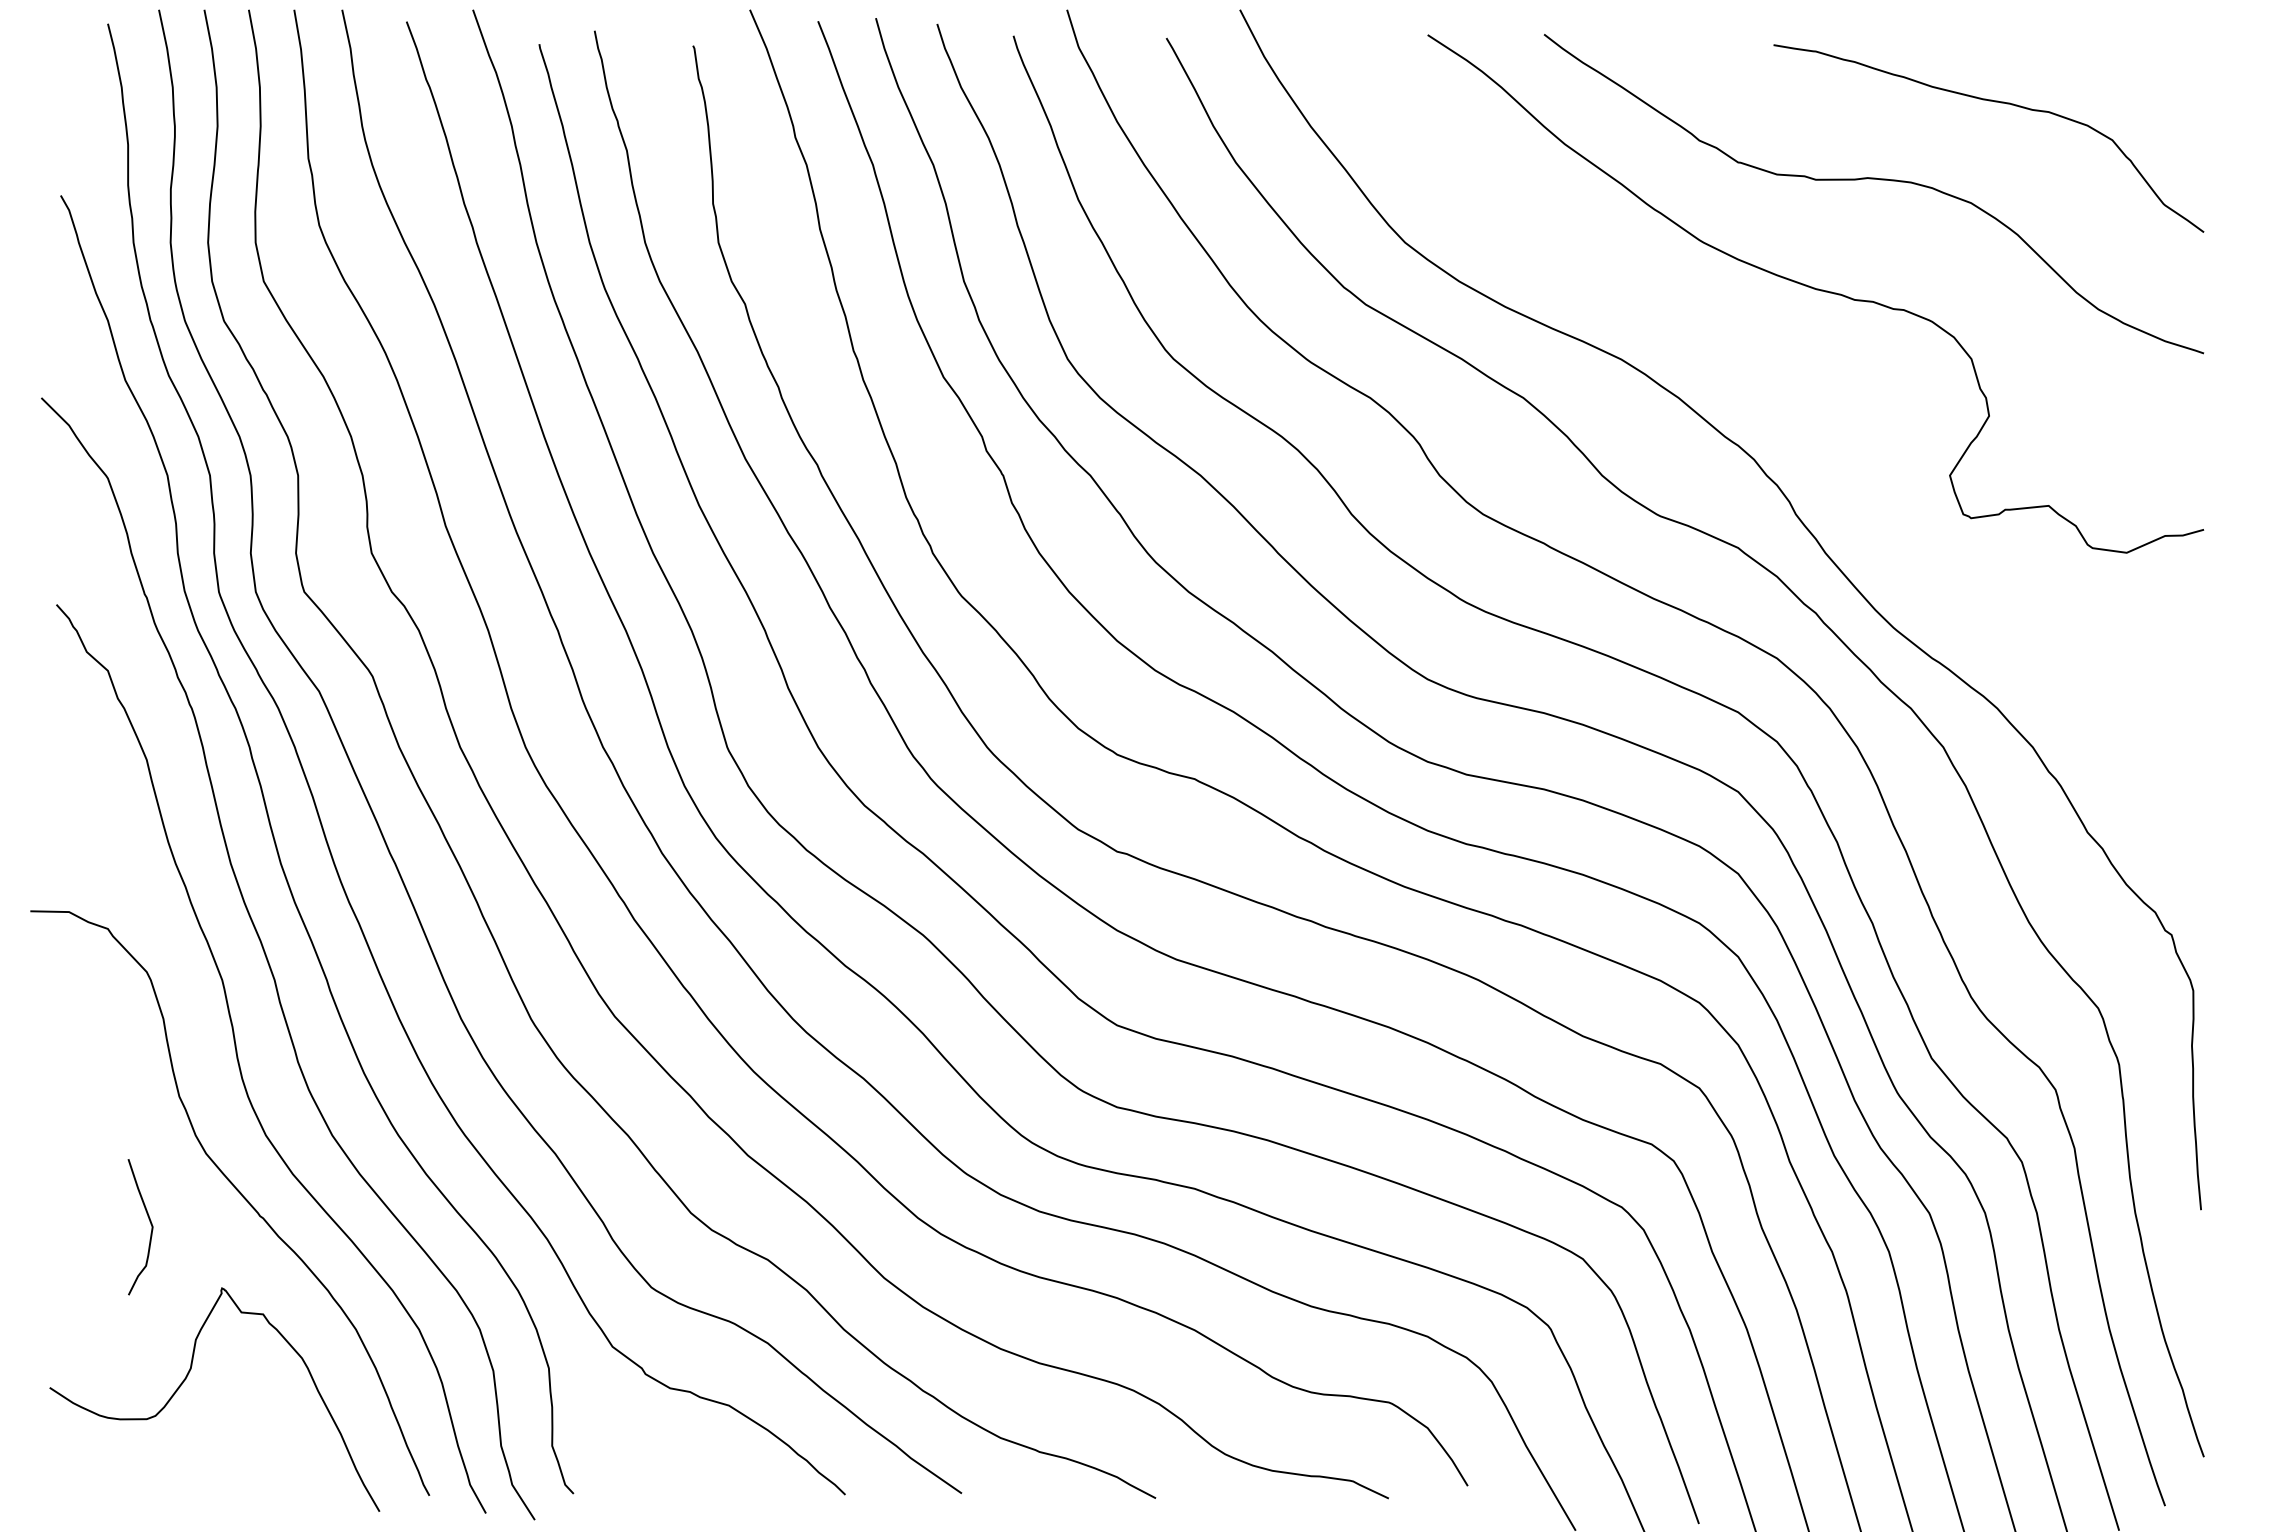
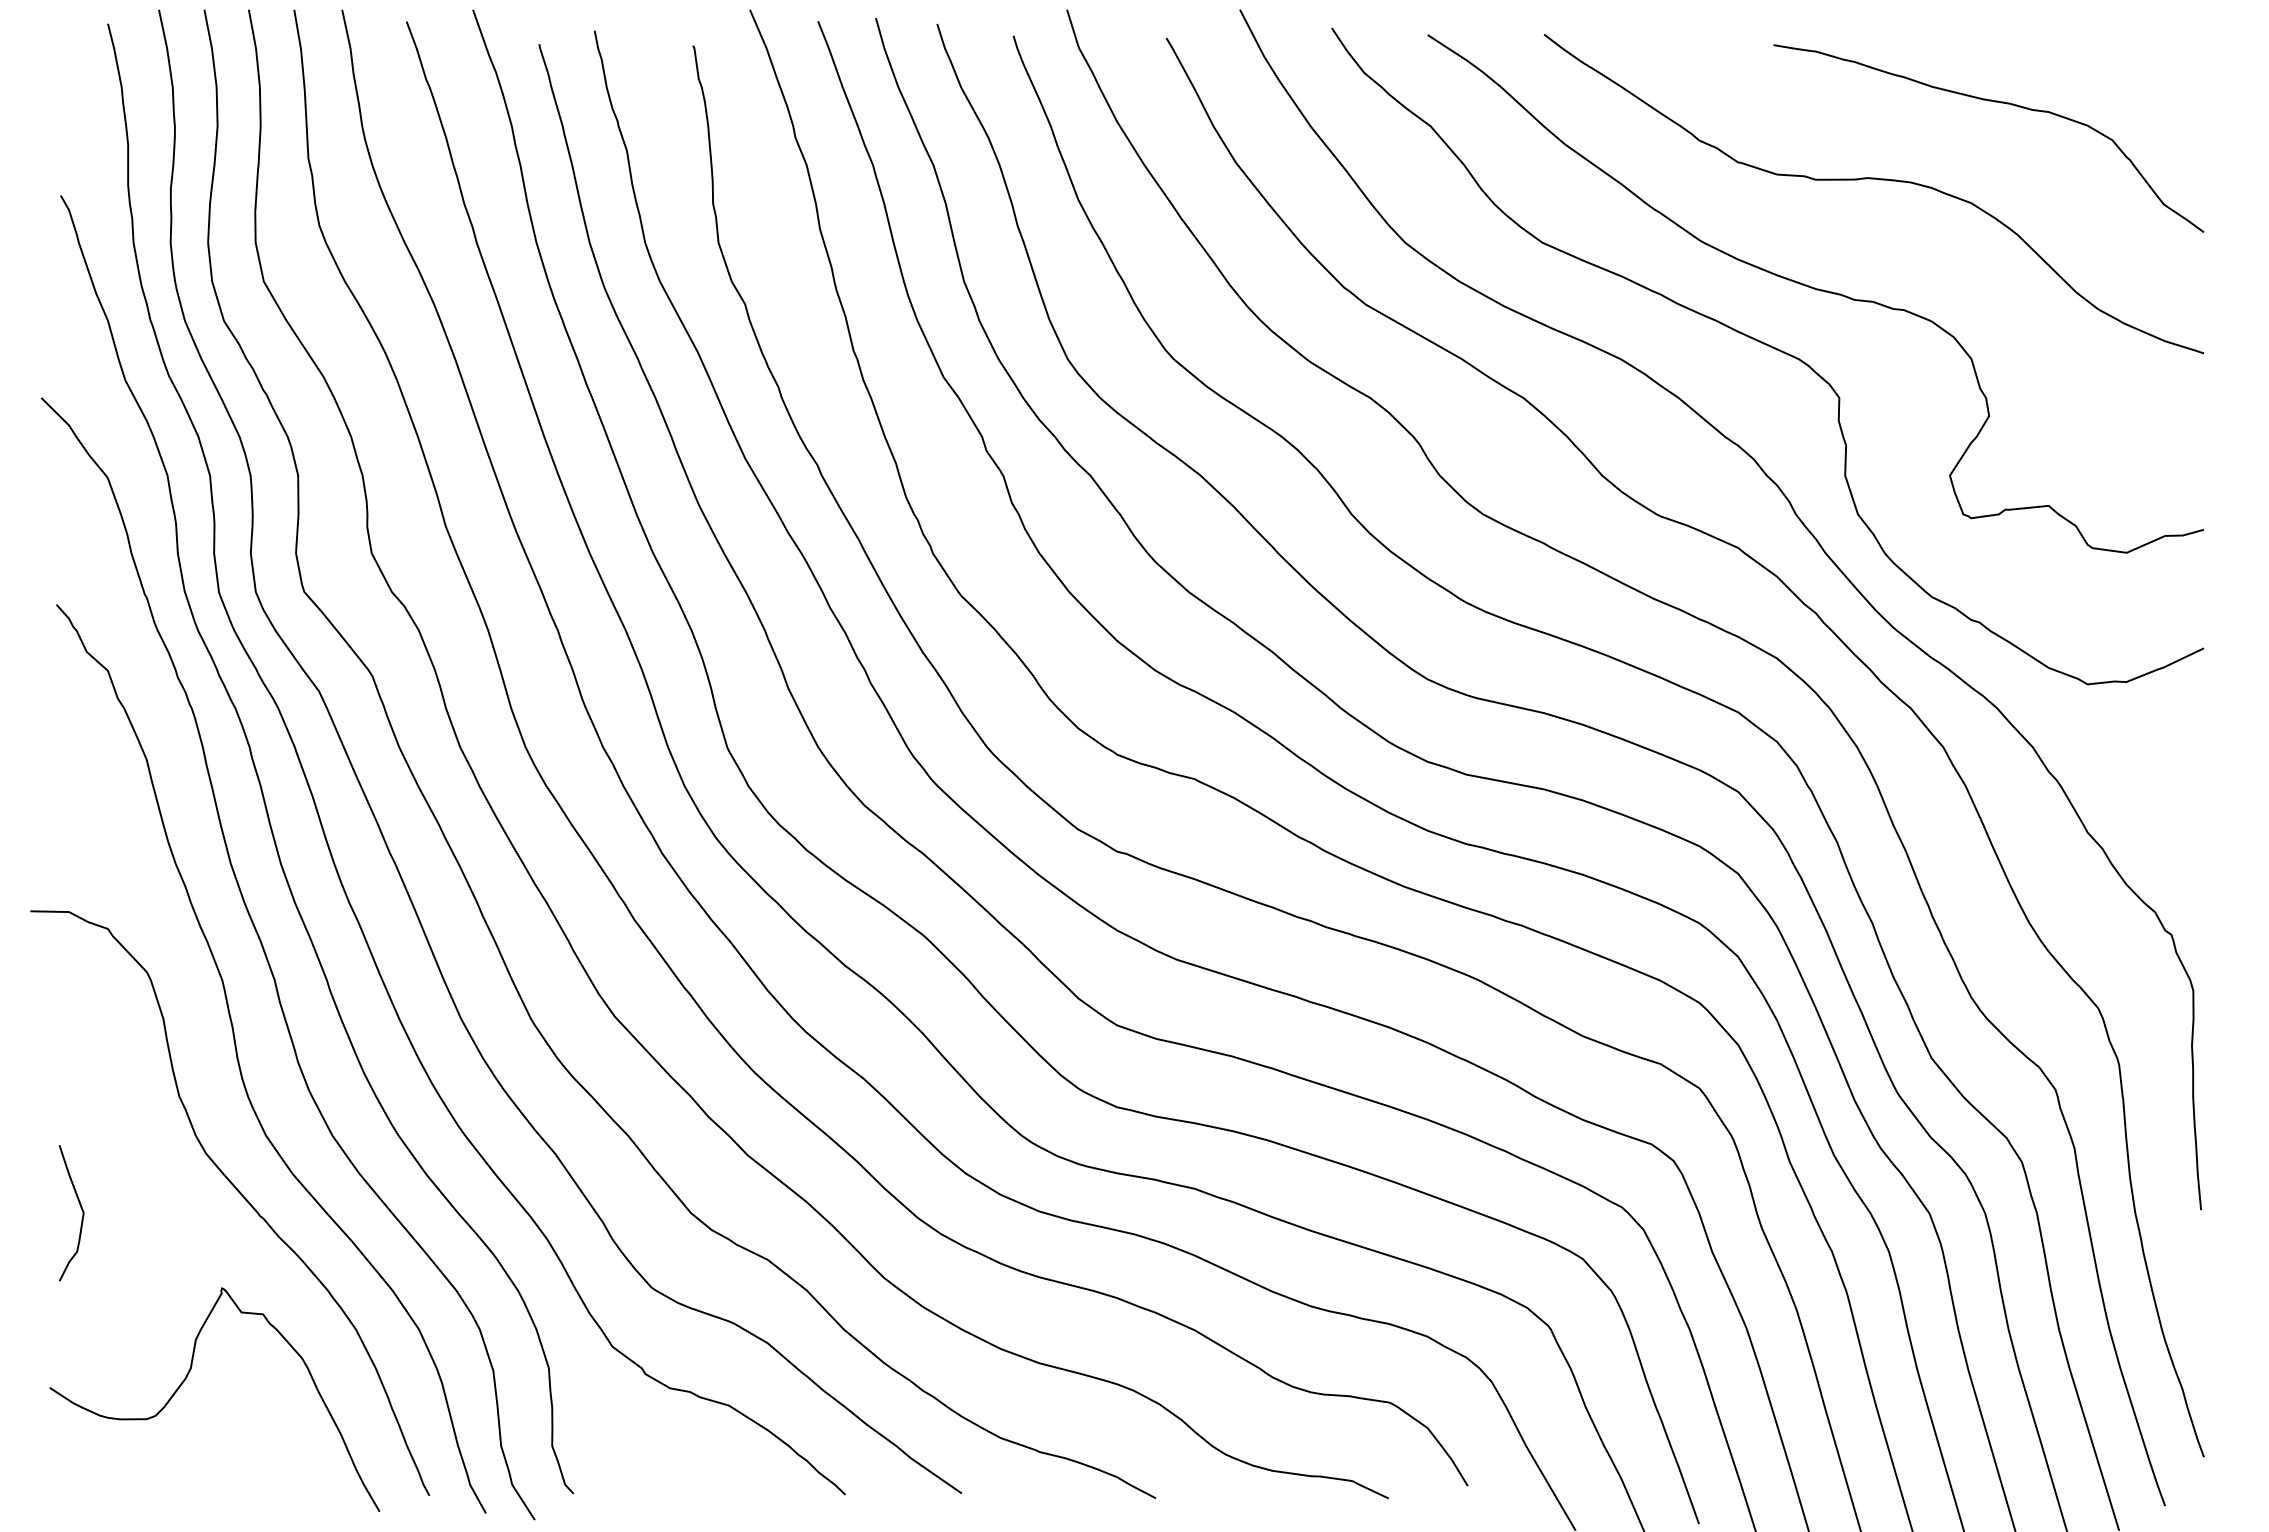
curve at (1772, 348): none -> present
curve at (150, 1224) position: (150, 1224) -> (81, 1210)
